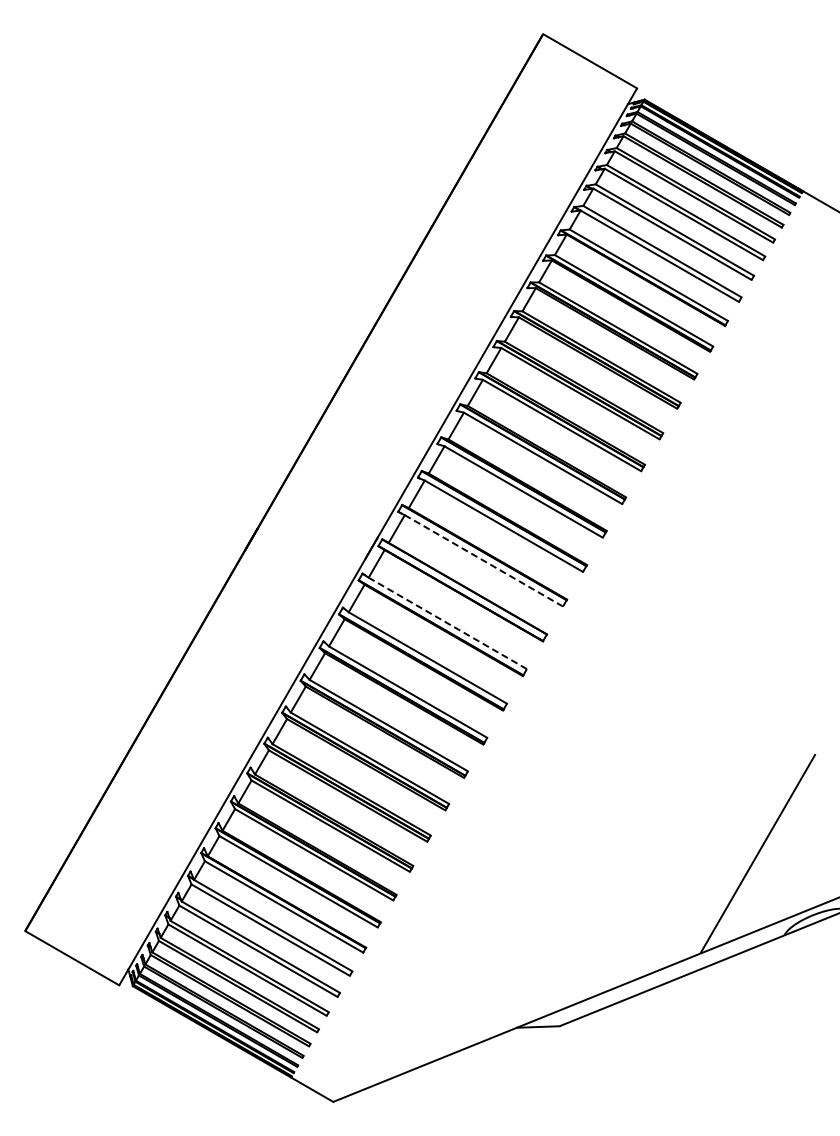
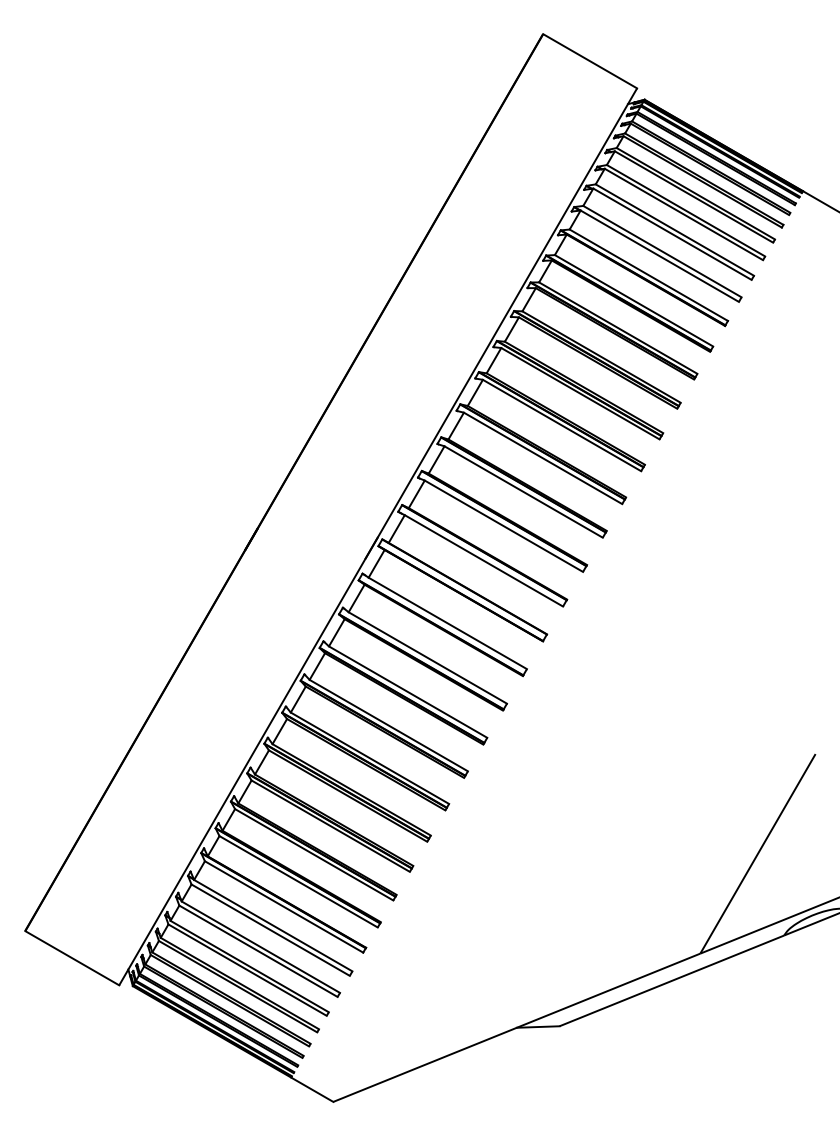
line at (483, 560): dashed -> solid
line at (447, 623): dashed -> solid
